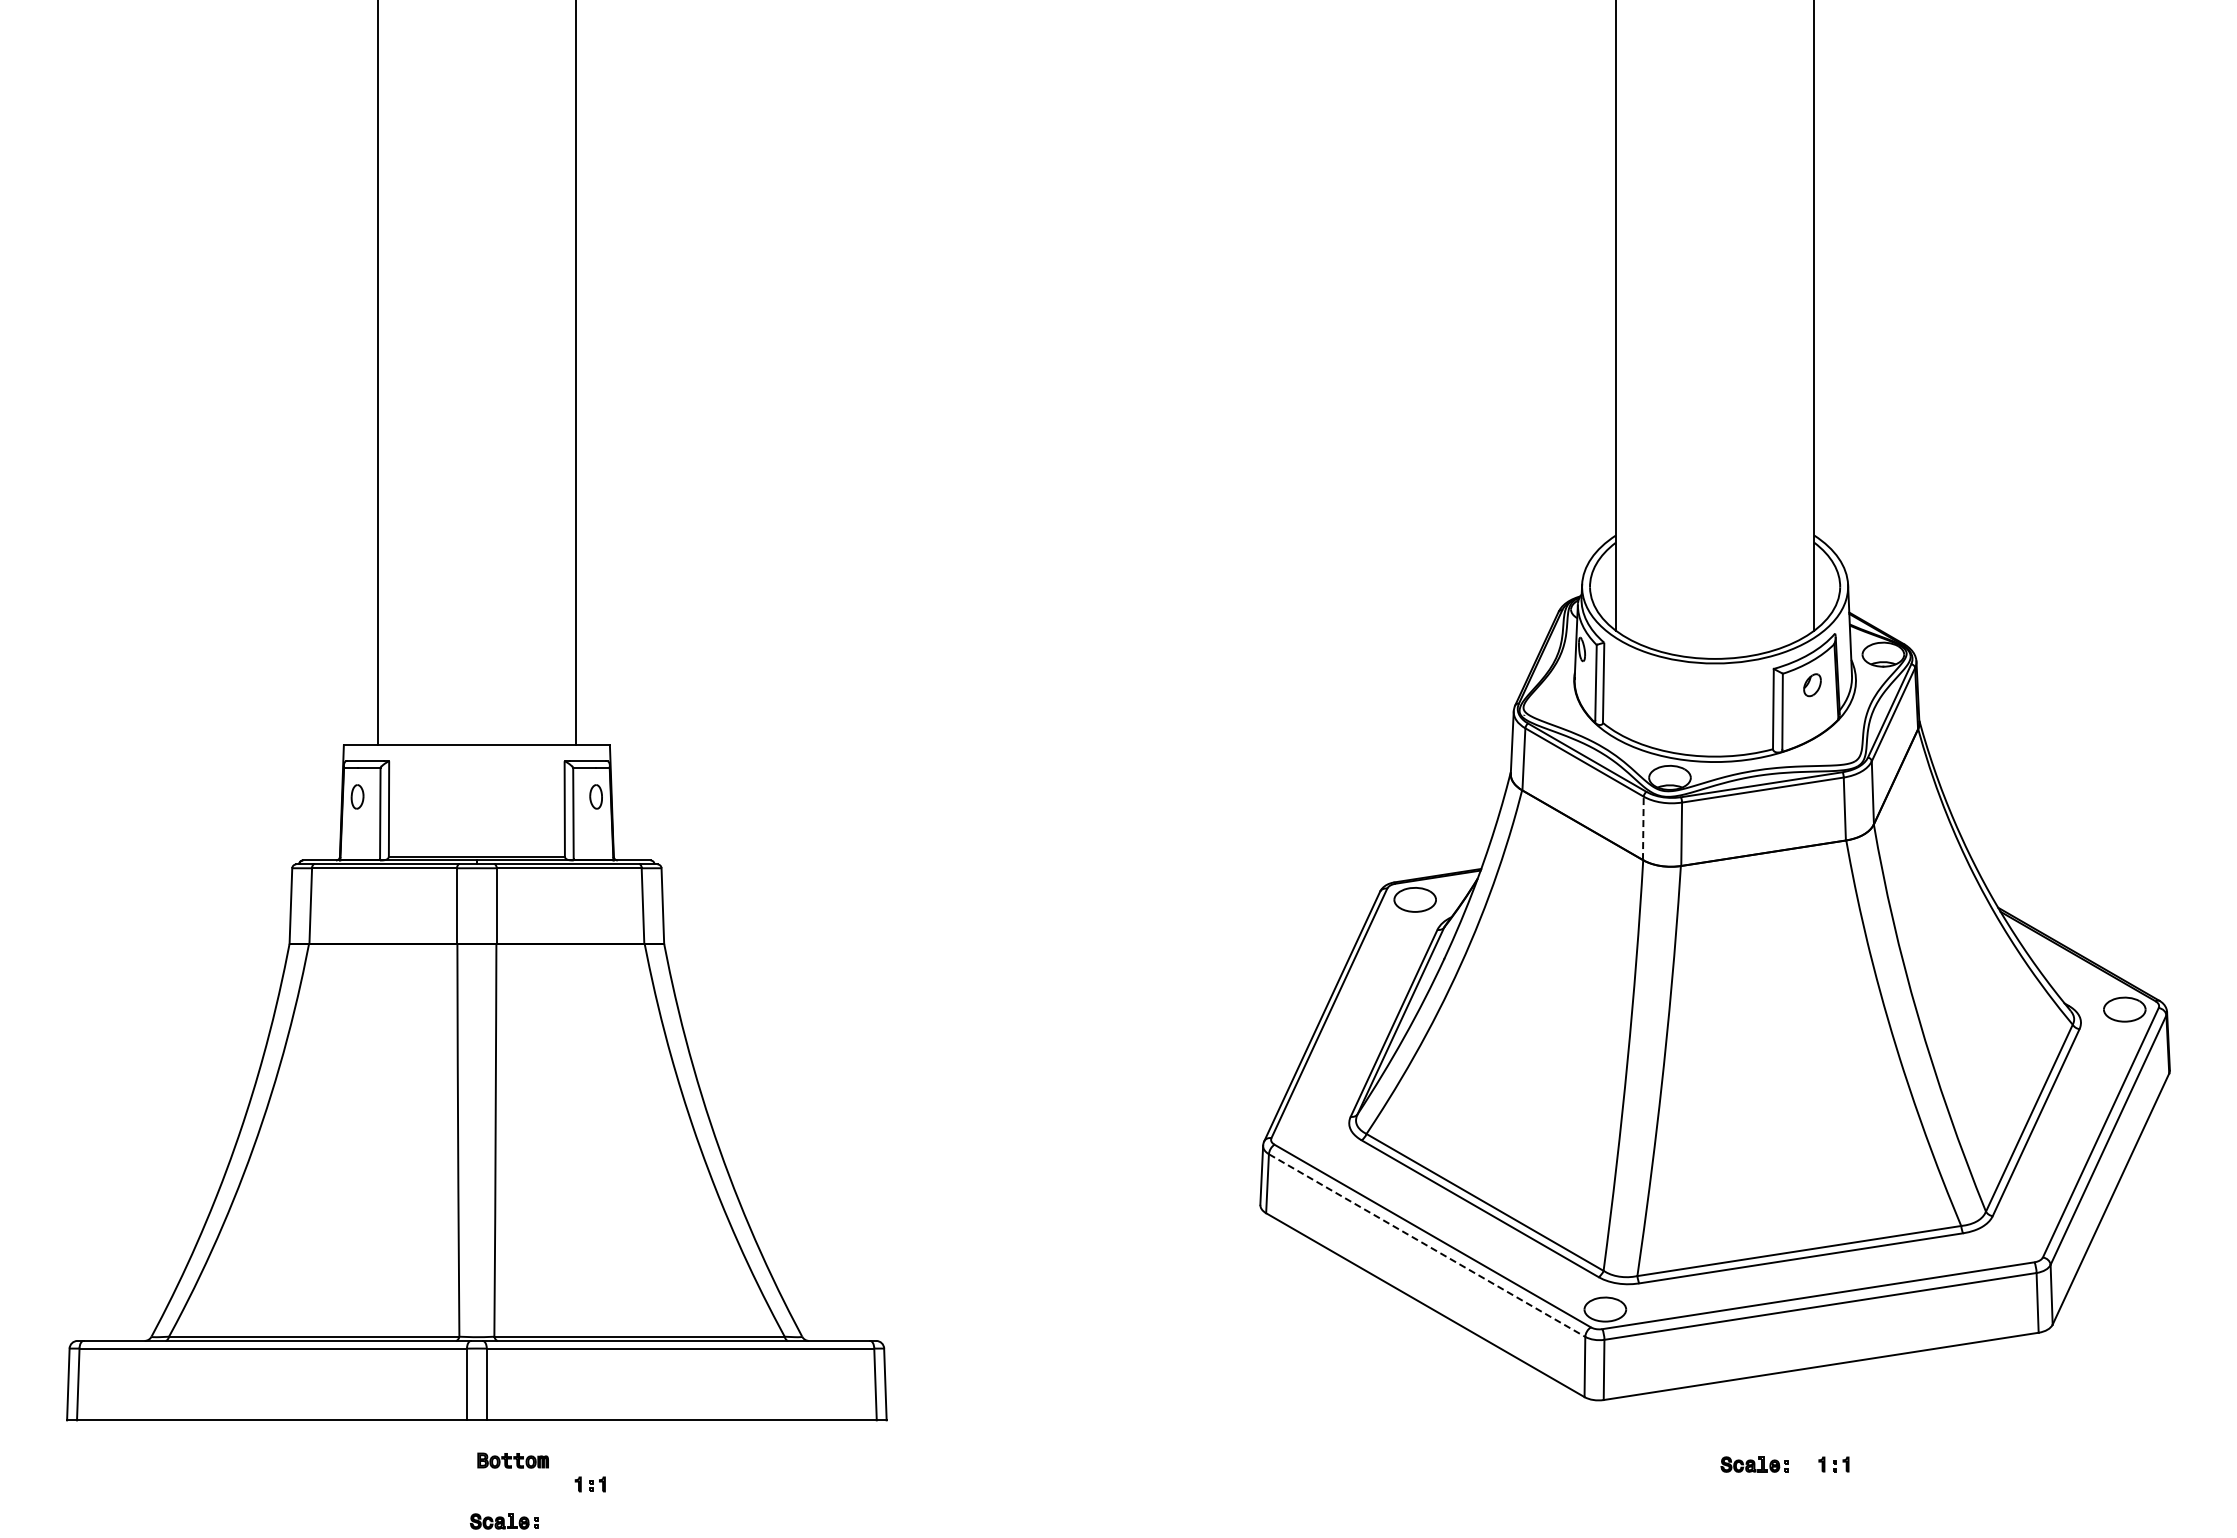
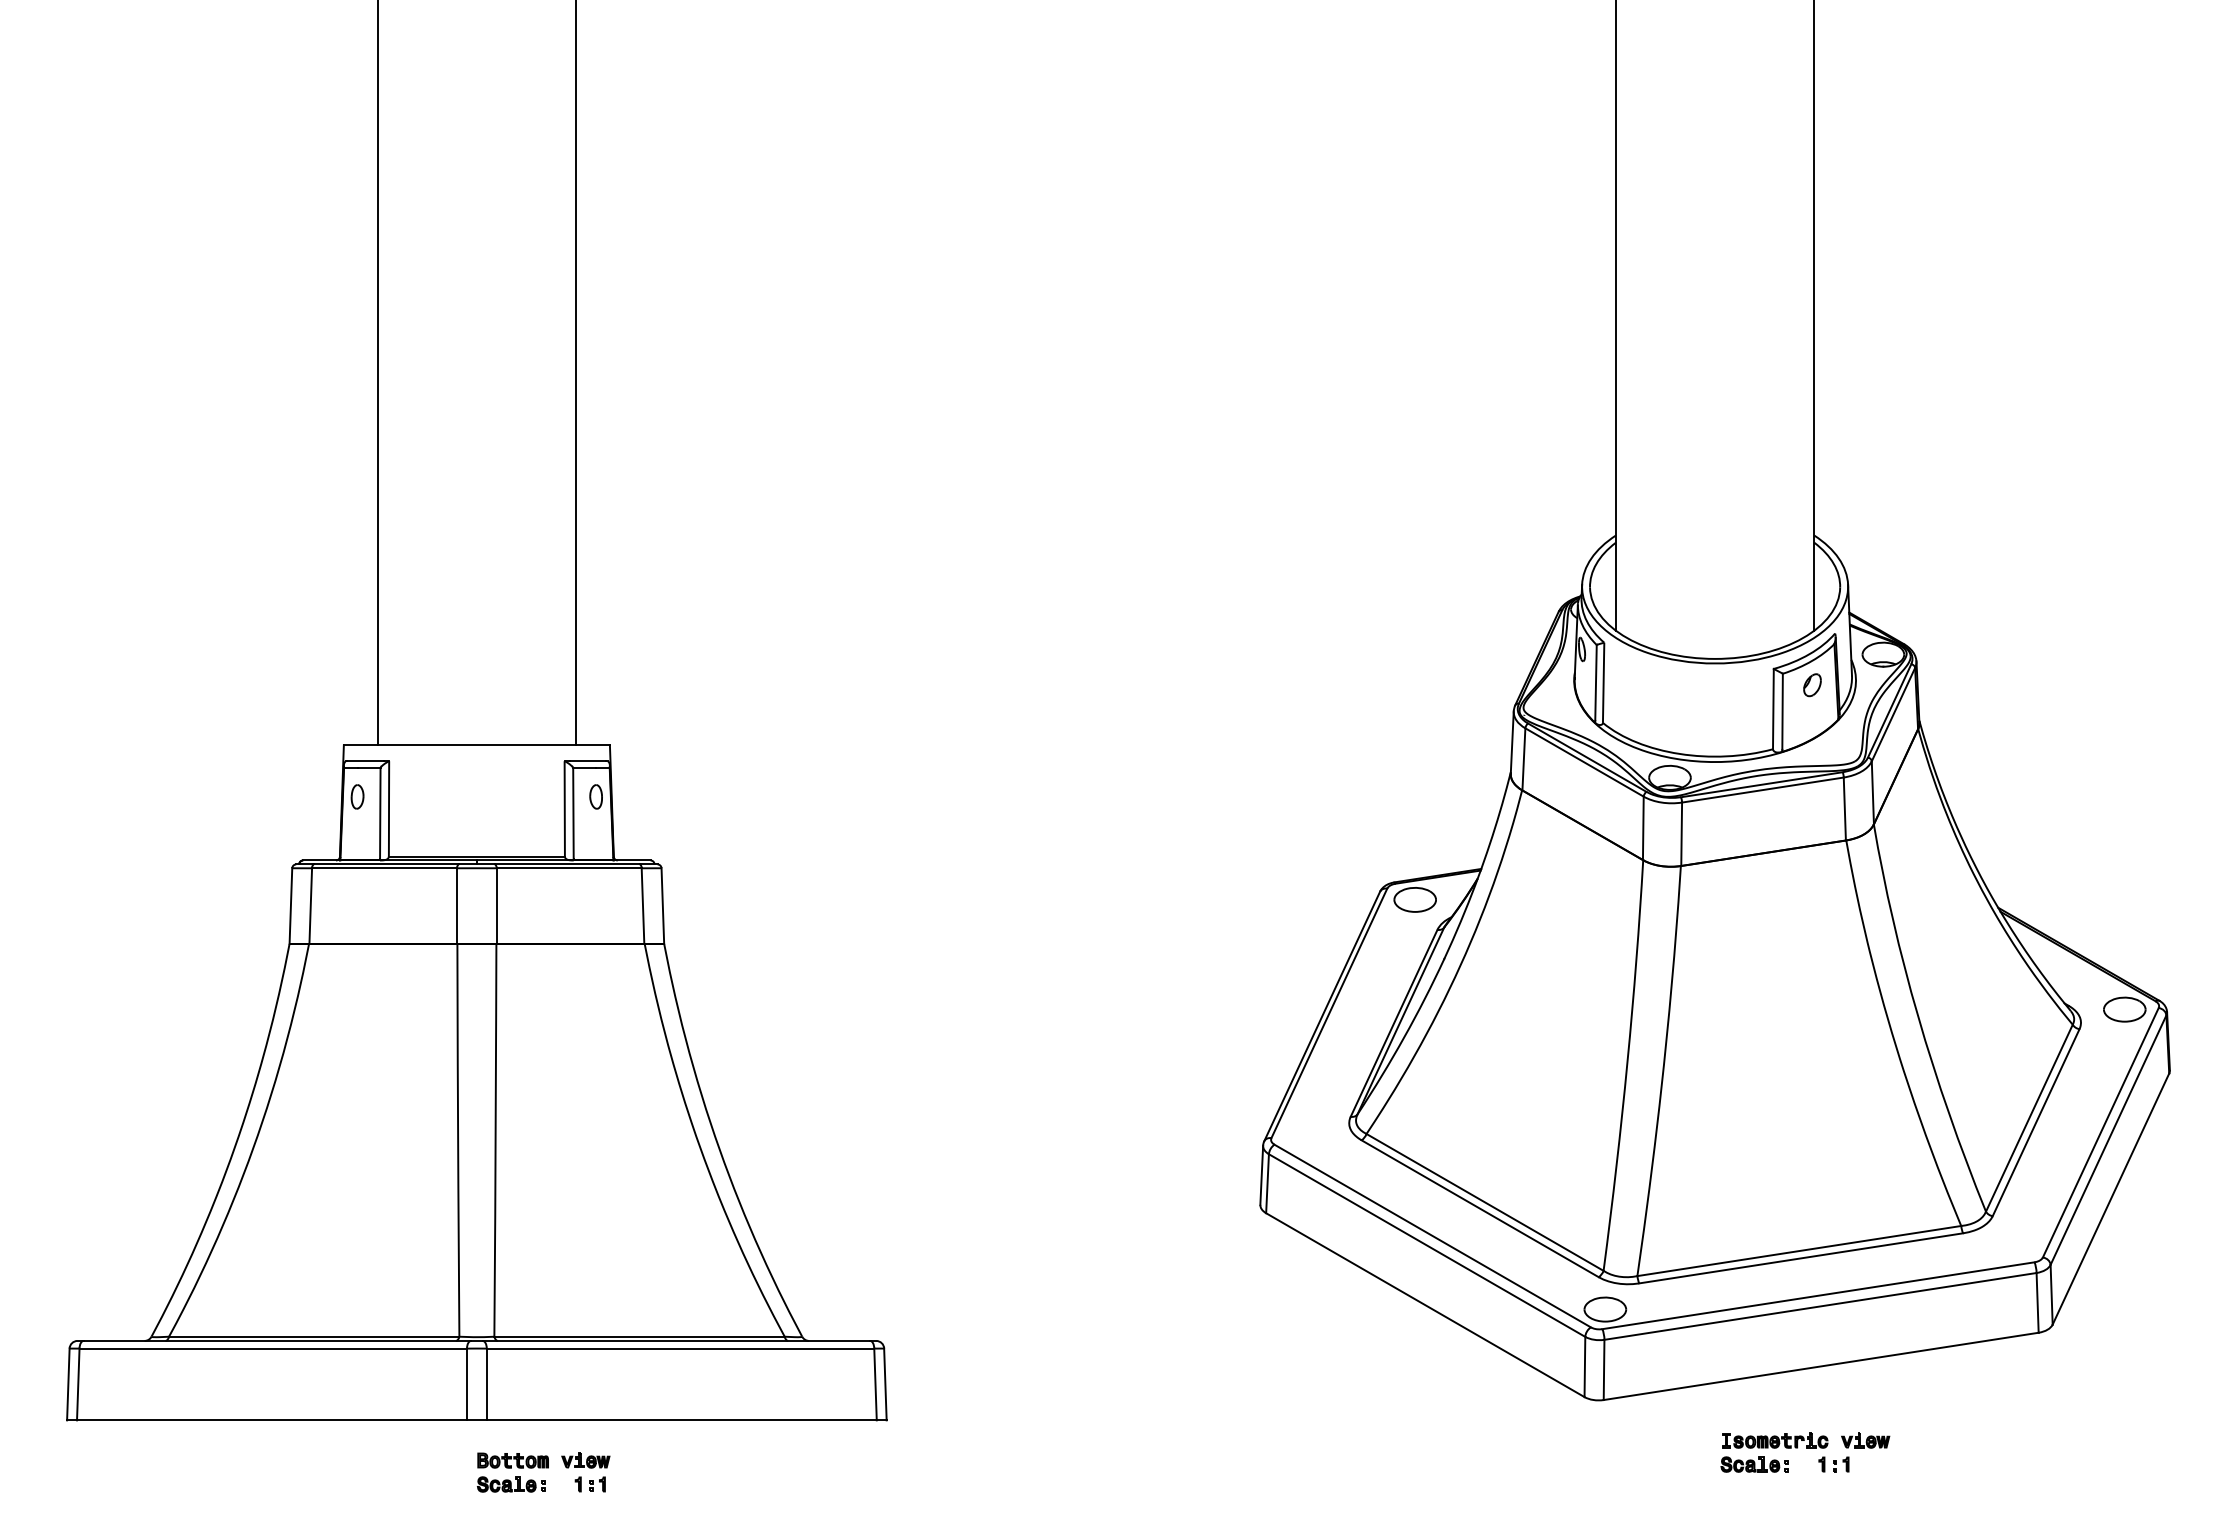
line at (1643, 828): dashed -> solid
line at (1427, 1245): dashed -> solid
part at (1775, 1440): none -> present
part at (1865, 1440): none -> present
part at (585, 1460): none -> present
part at (504, 1521) position: (504, 1521) -> (511, 1484)
